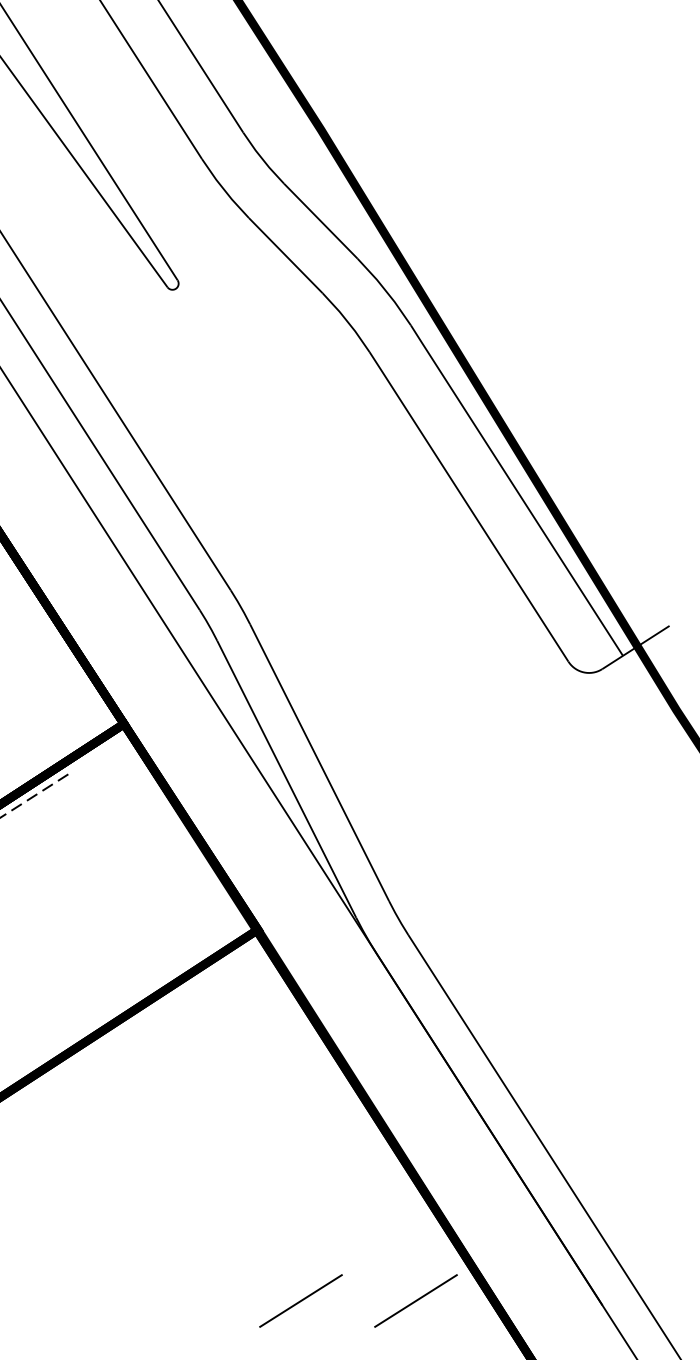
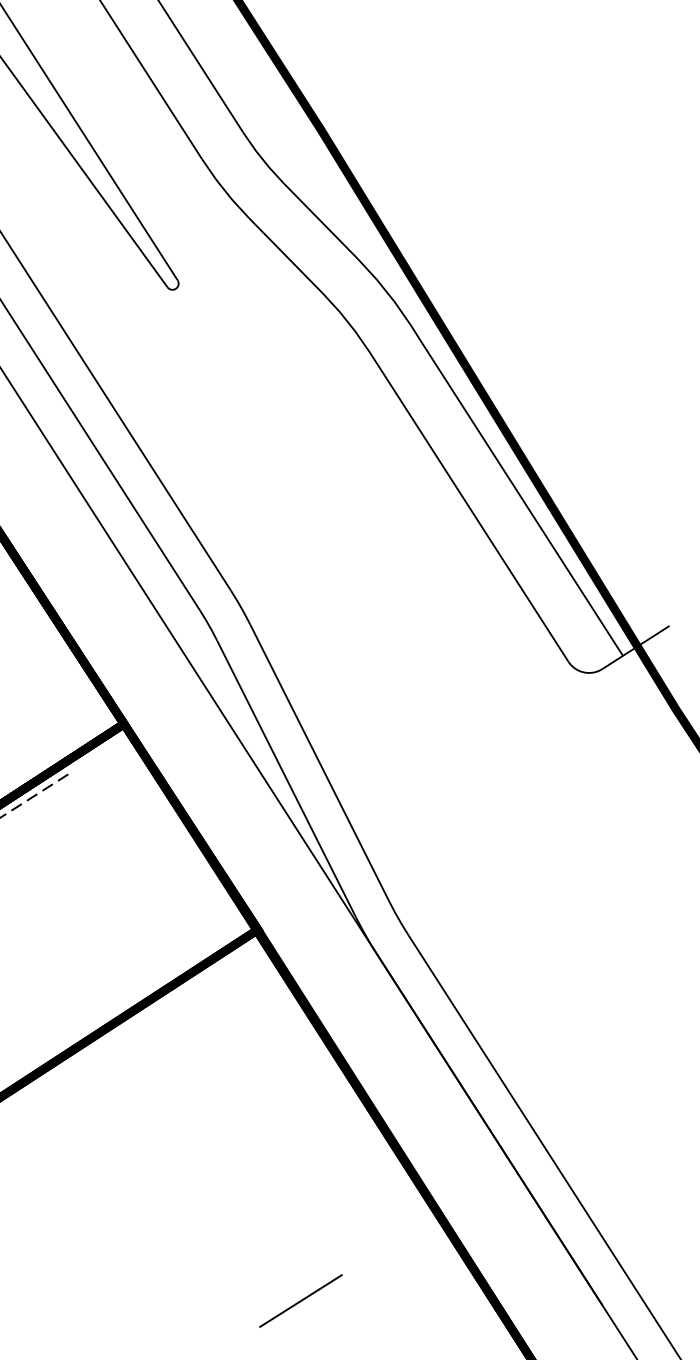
line at (415, 1300): present -> none
